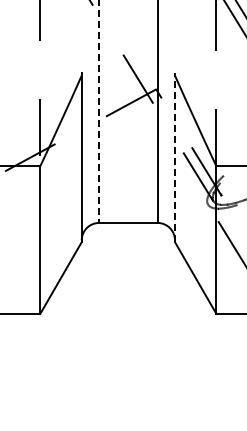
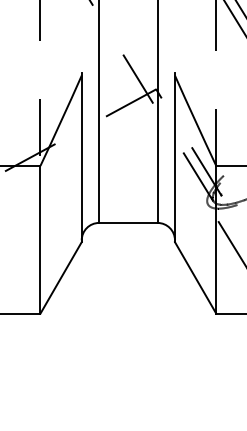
line at (99, 112): dashed -> solid
line at (174, 157): dashed -> solid
